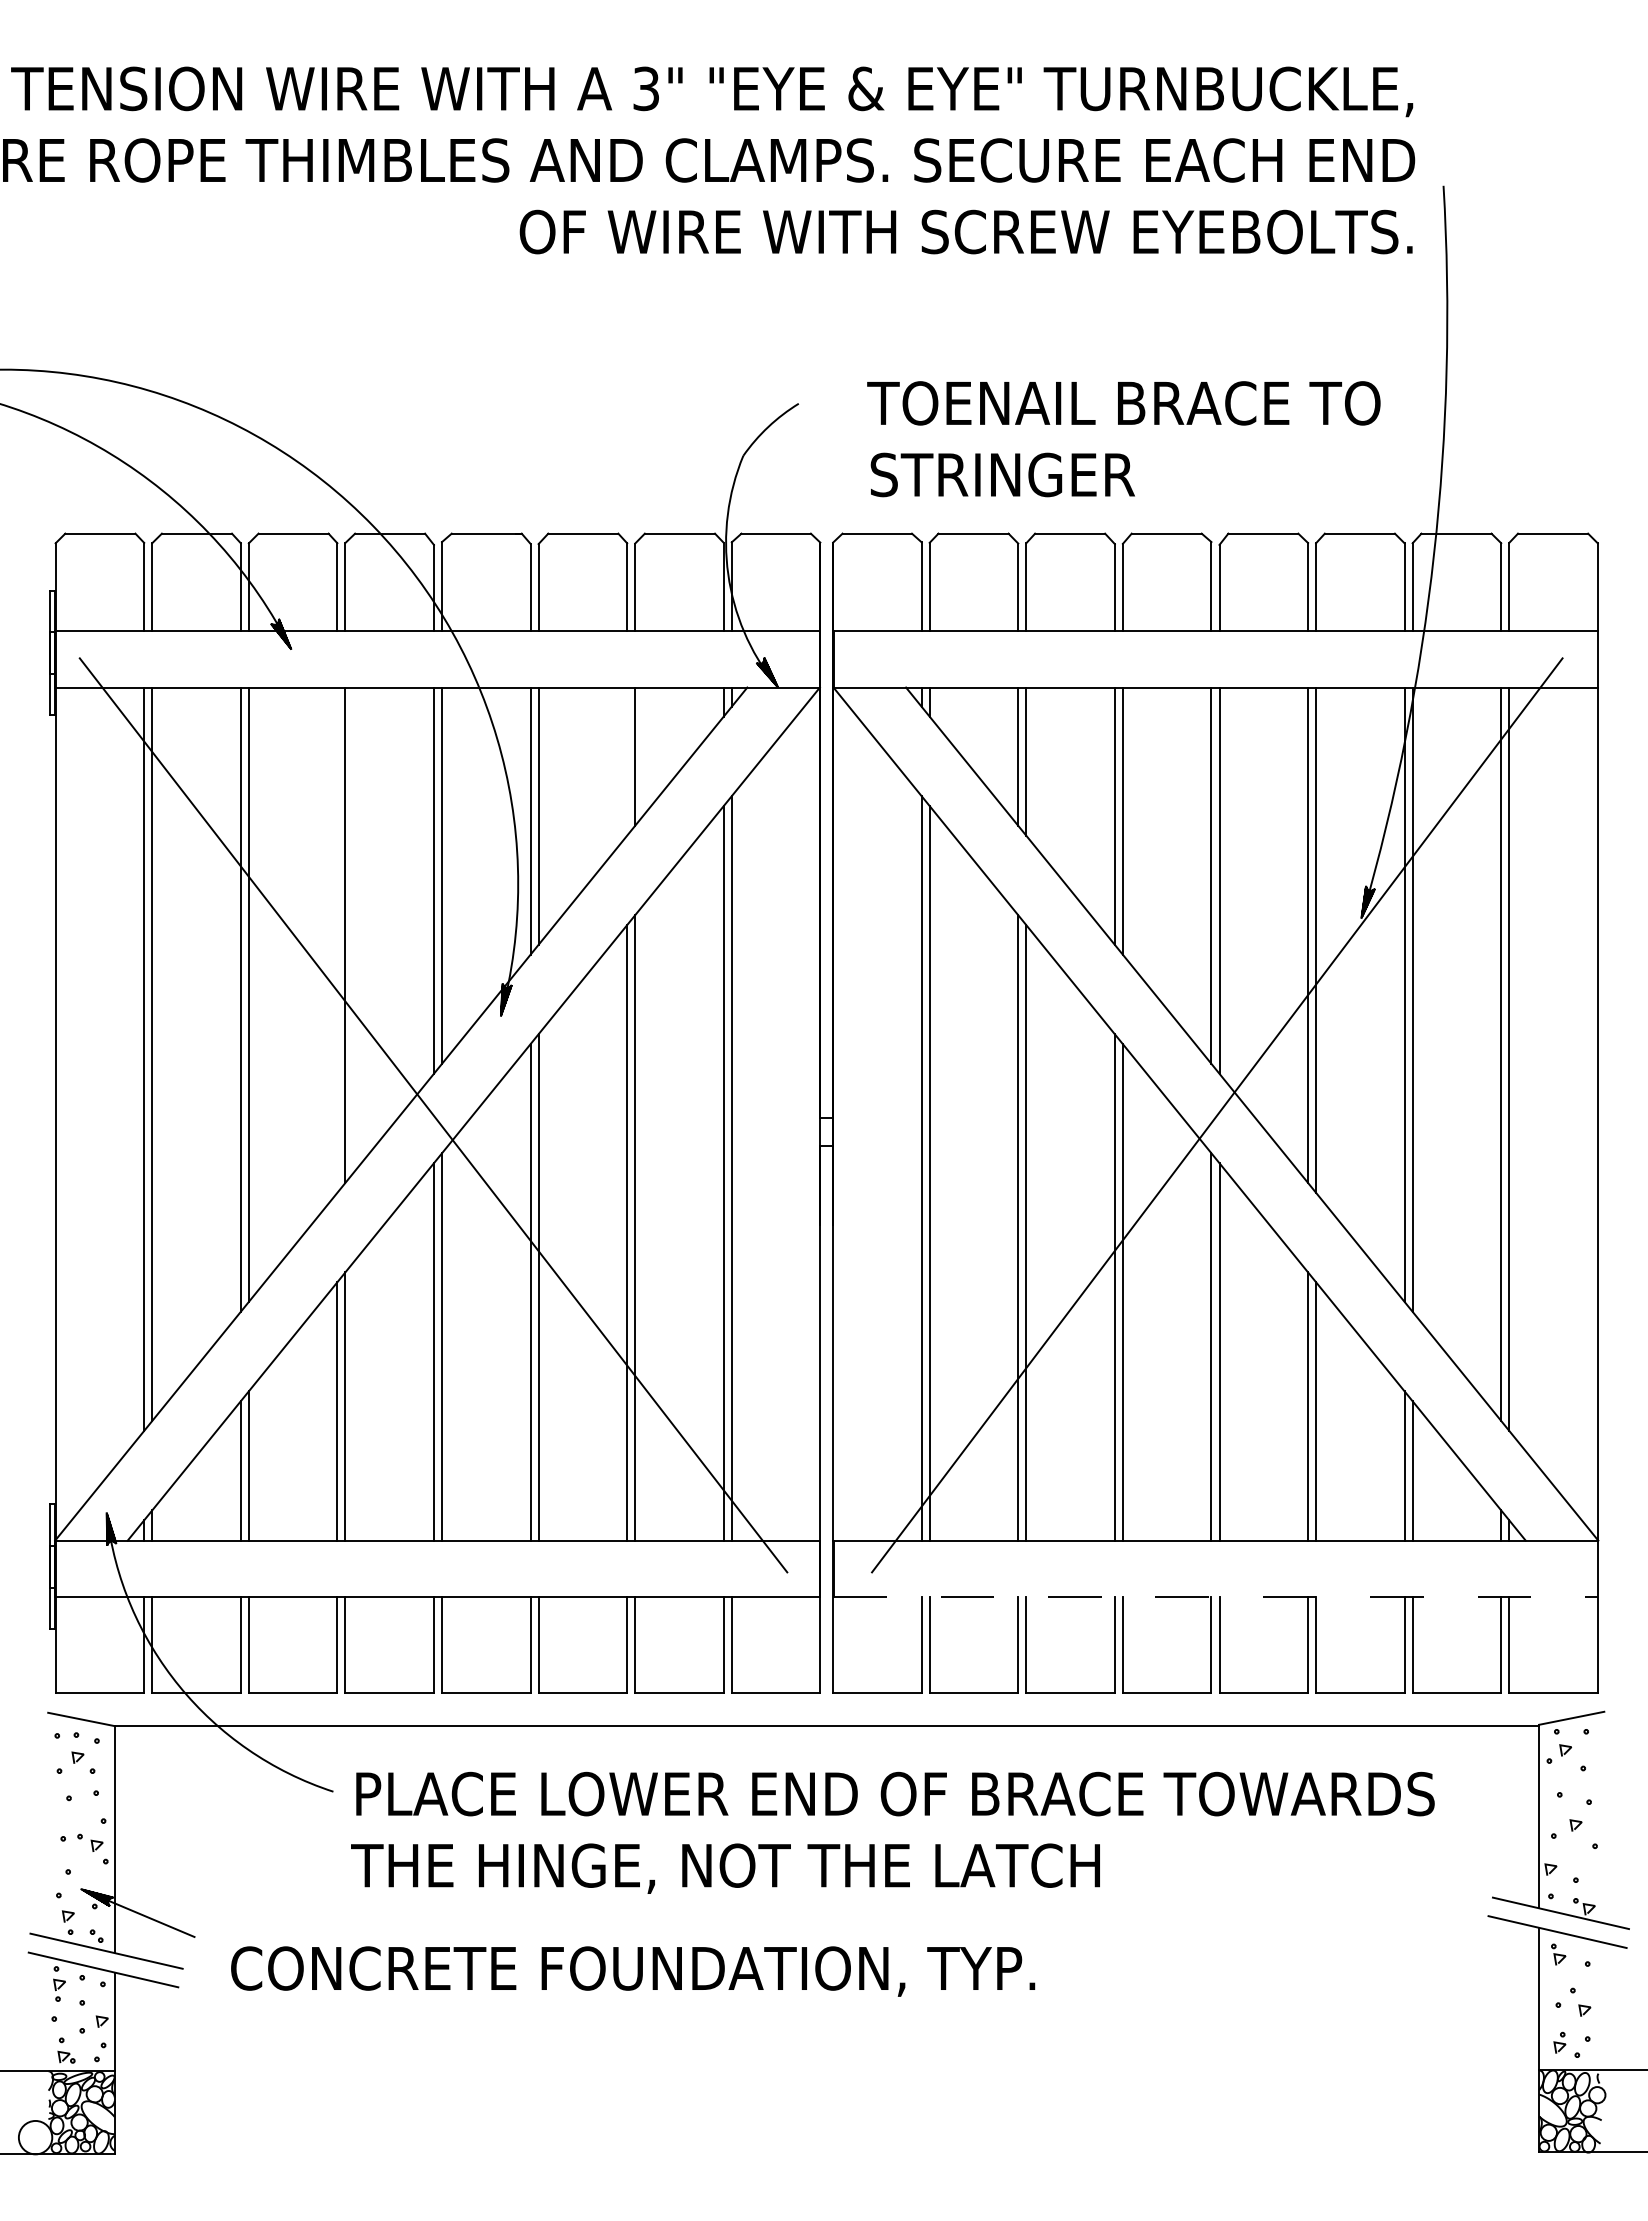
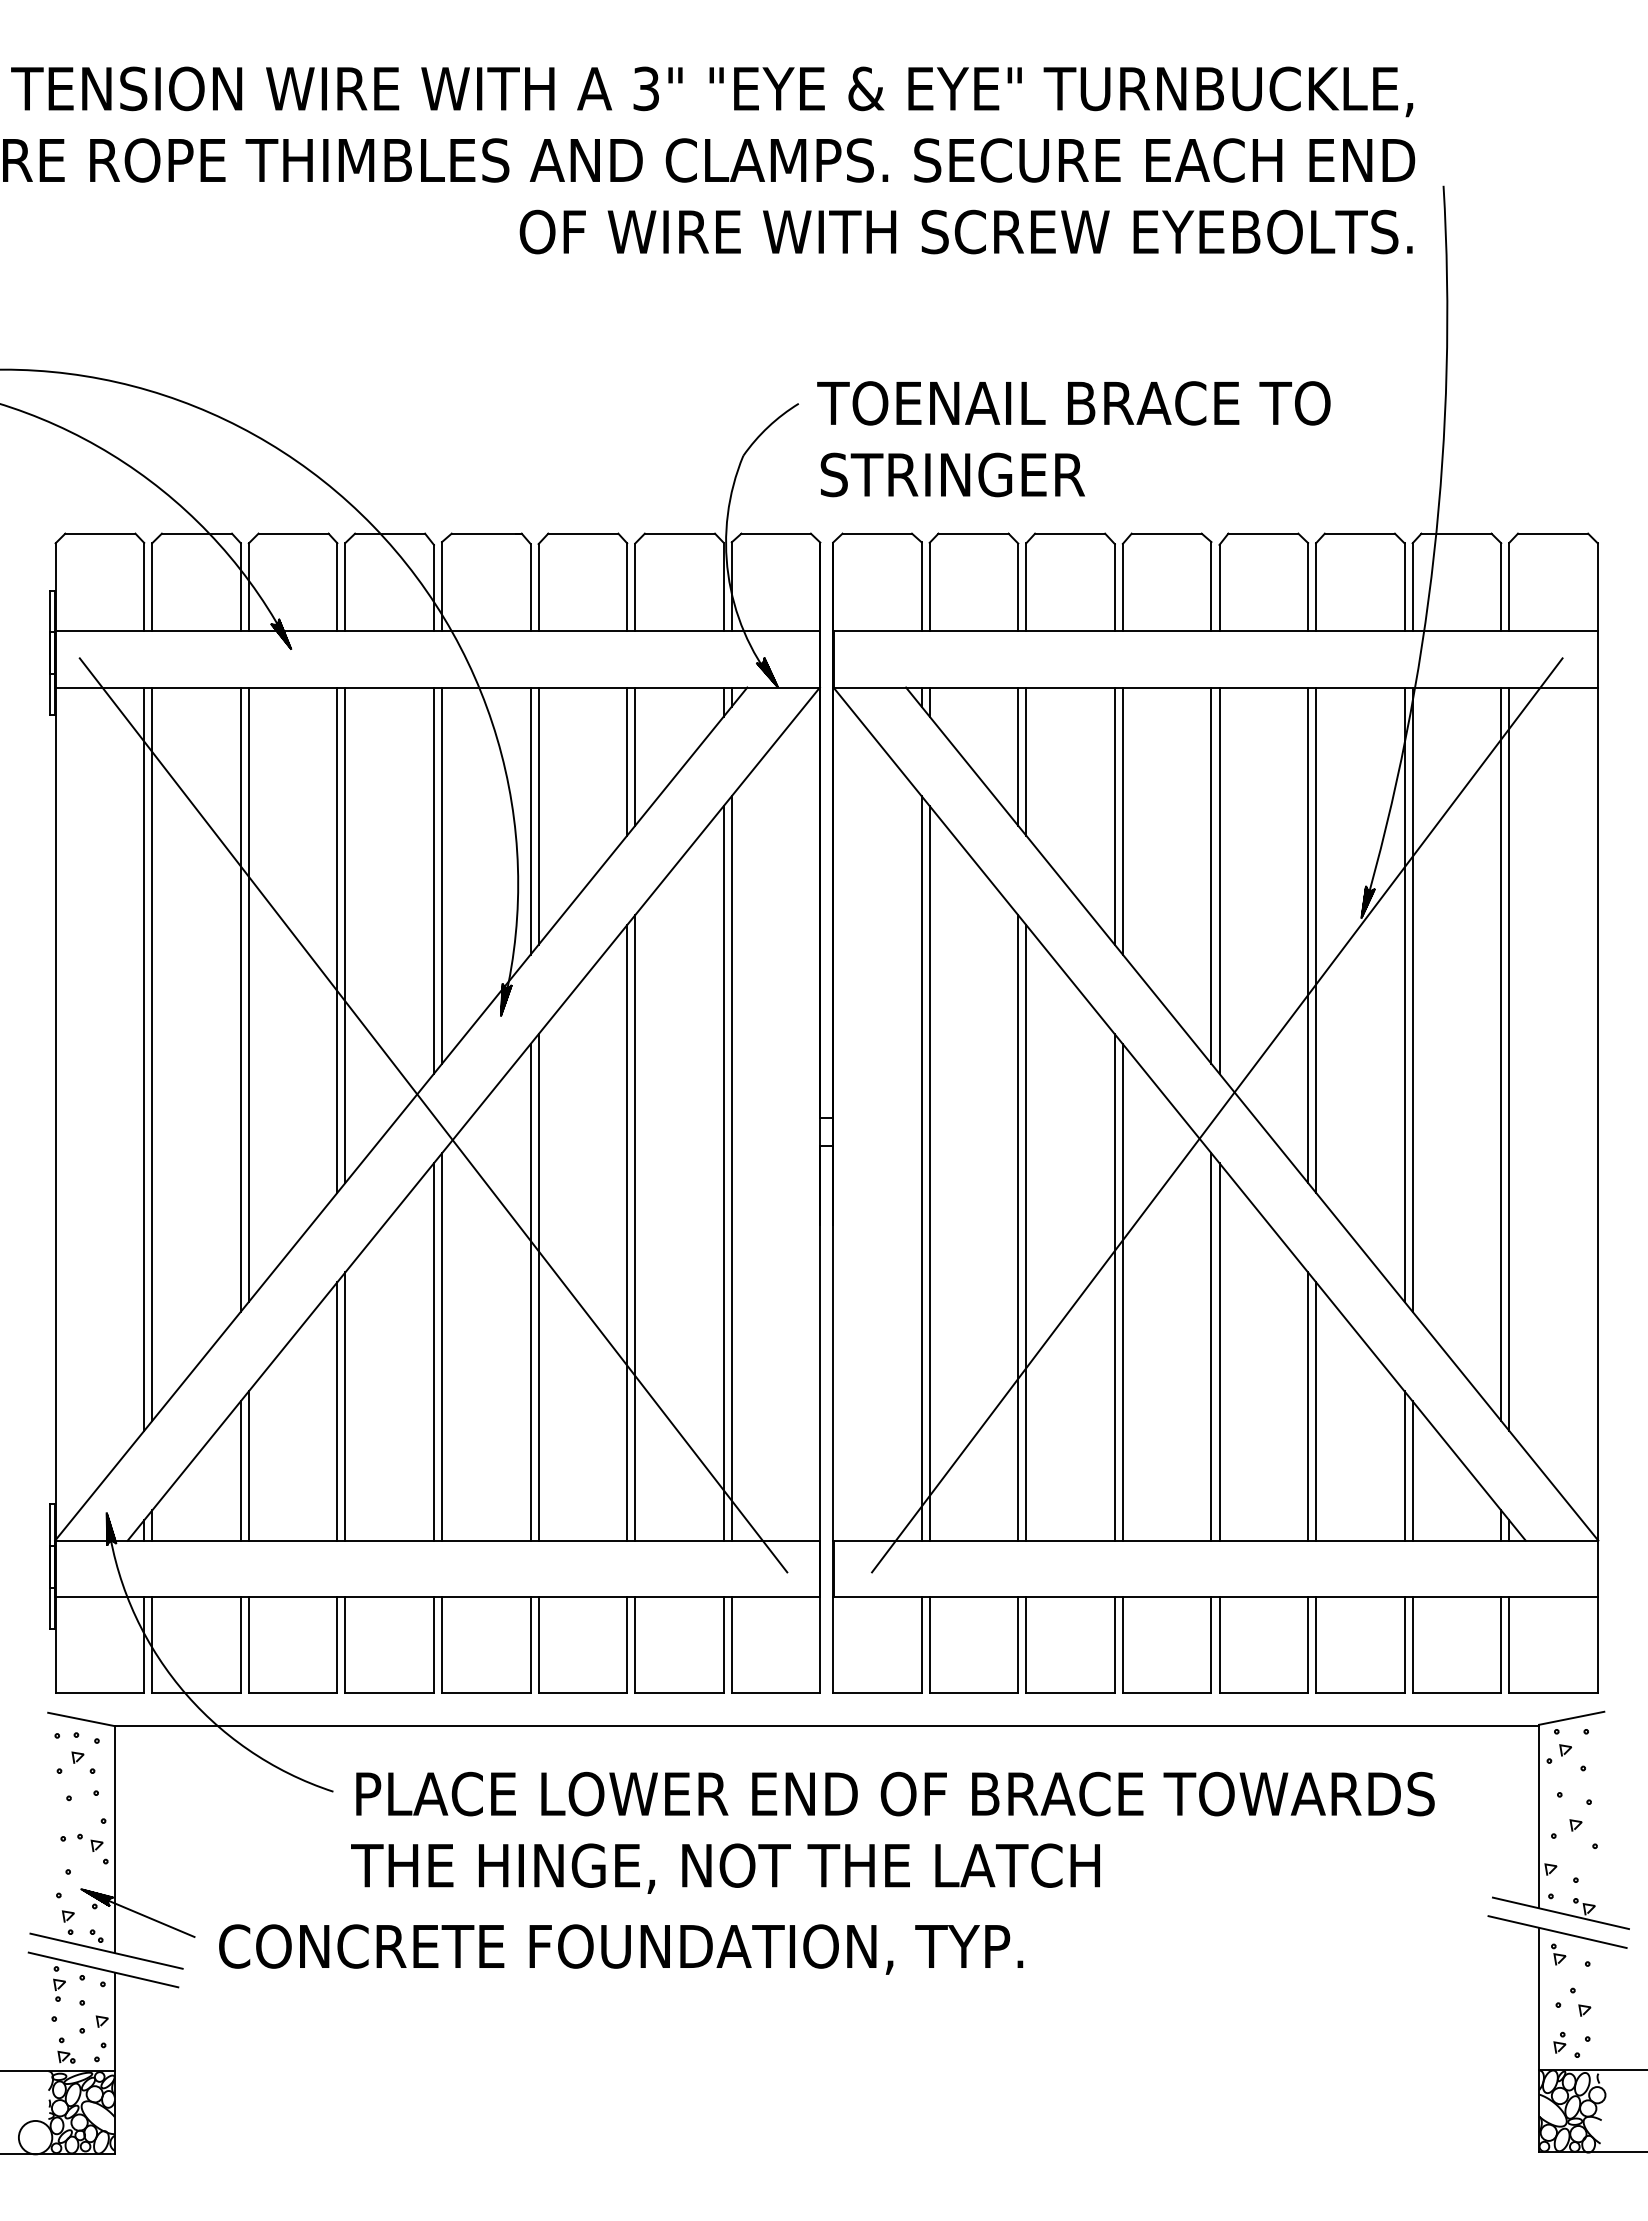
text at (1123, 439) position: (1123, 439) -> (1073, 439)
line at (627, 761): none -> present
line at (337, 939): none -> present
line at (1215, 1597): dashed -> solid
text at (633, 1971) position: (633, 1971) -> (621, 1949)
